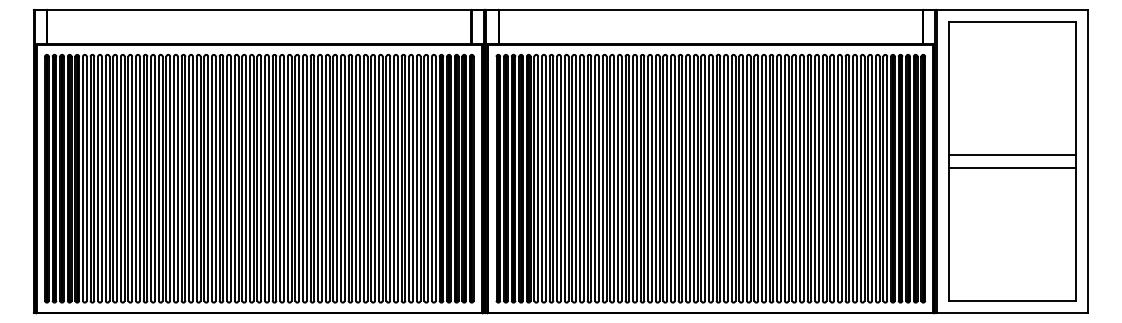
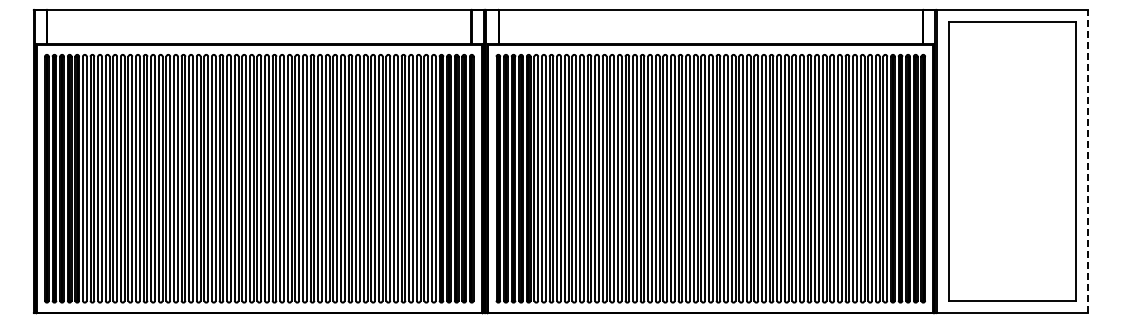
line at (1012, 155): present -> none
line at (1088, 161): solid -> dashed
line at (1012, 167): present -> none
